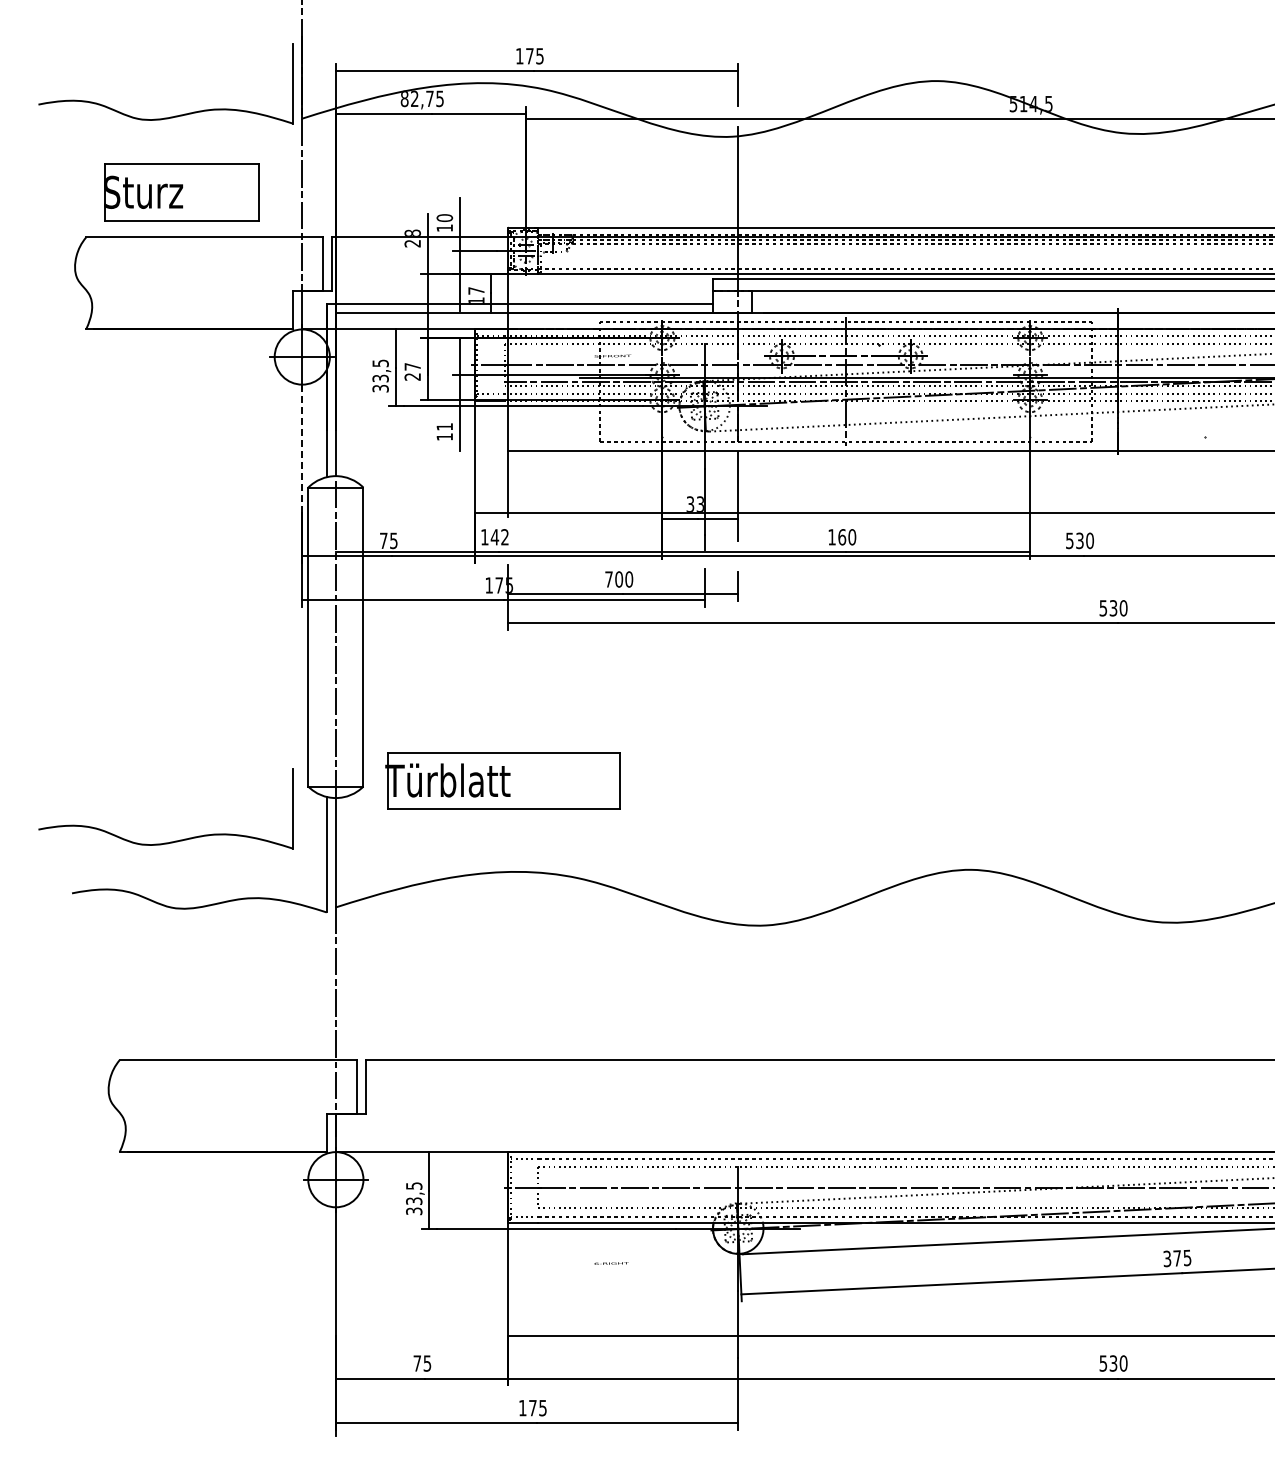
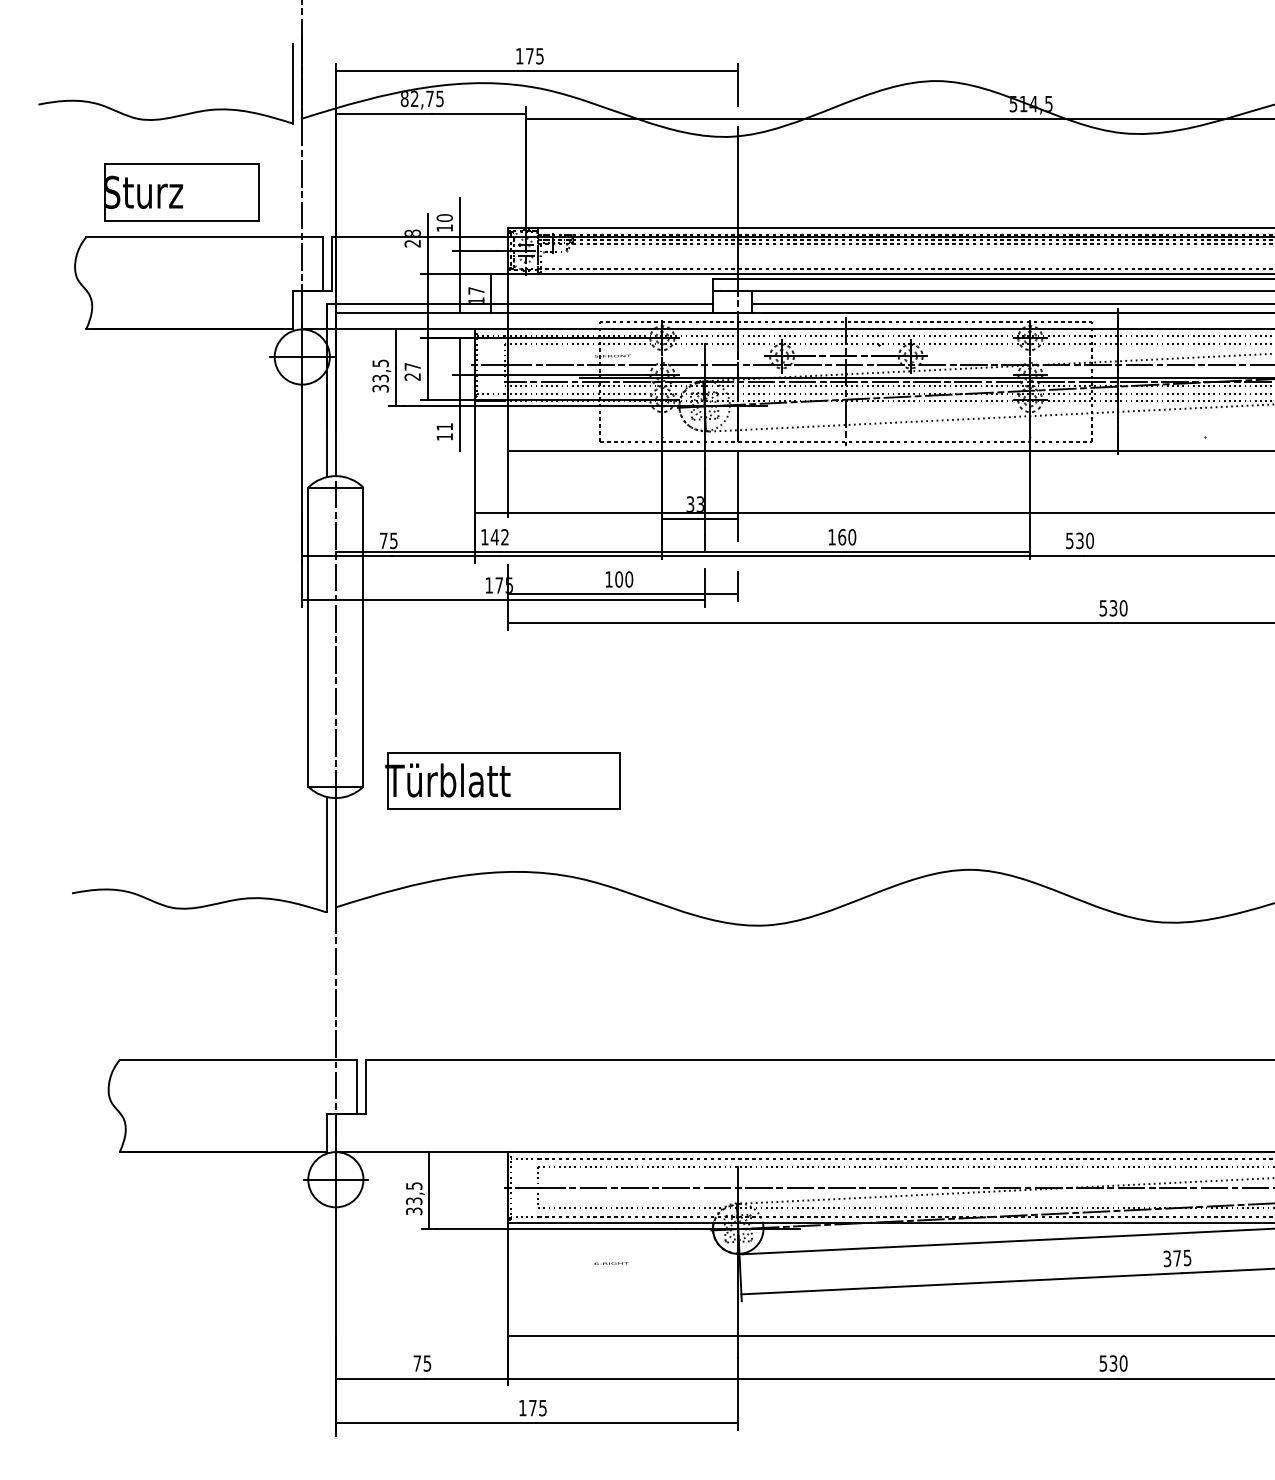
line at (1011, 303): none -> present
line at (302, 456): dashed -> solid
text at (608, 579): 700 -> 100
part at (170, 841): present -> none
